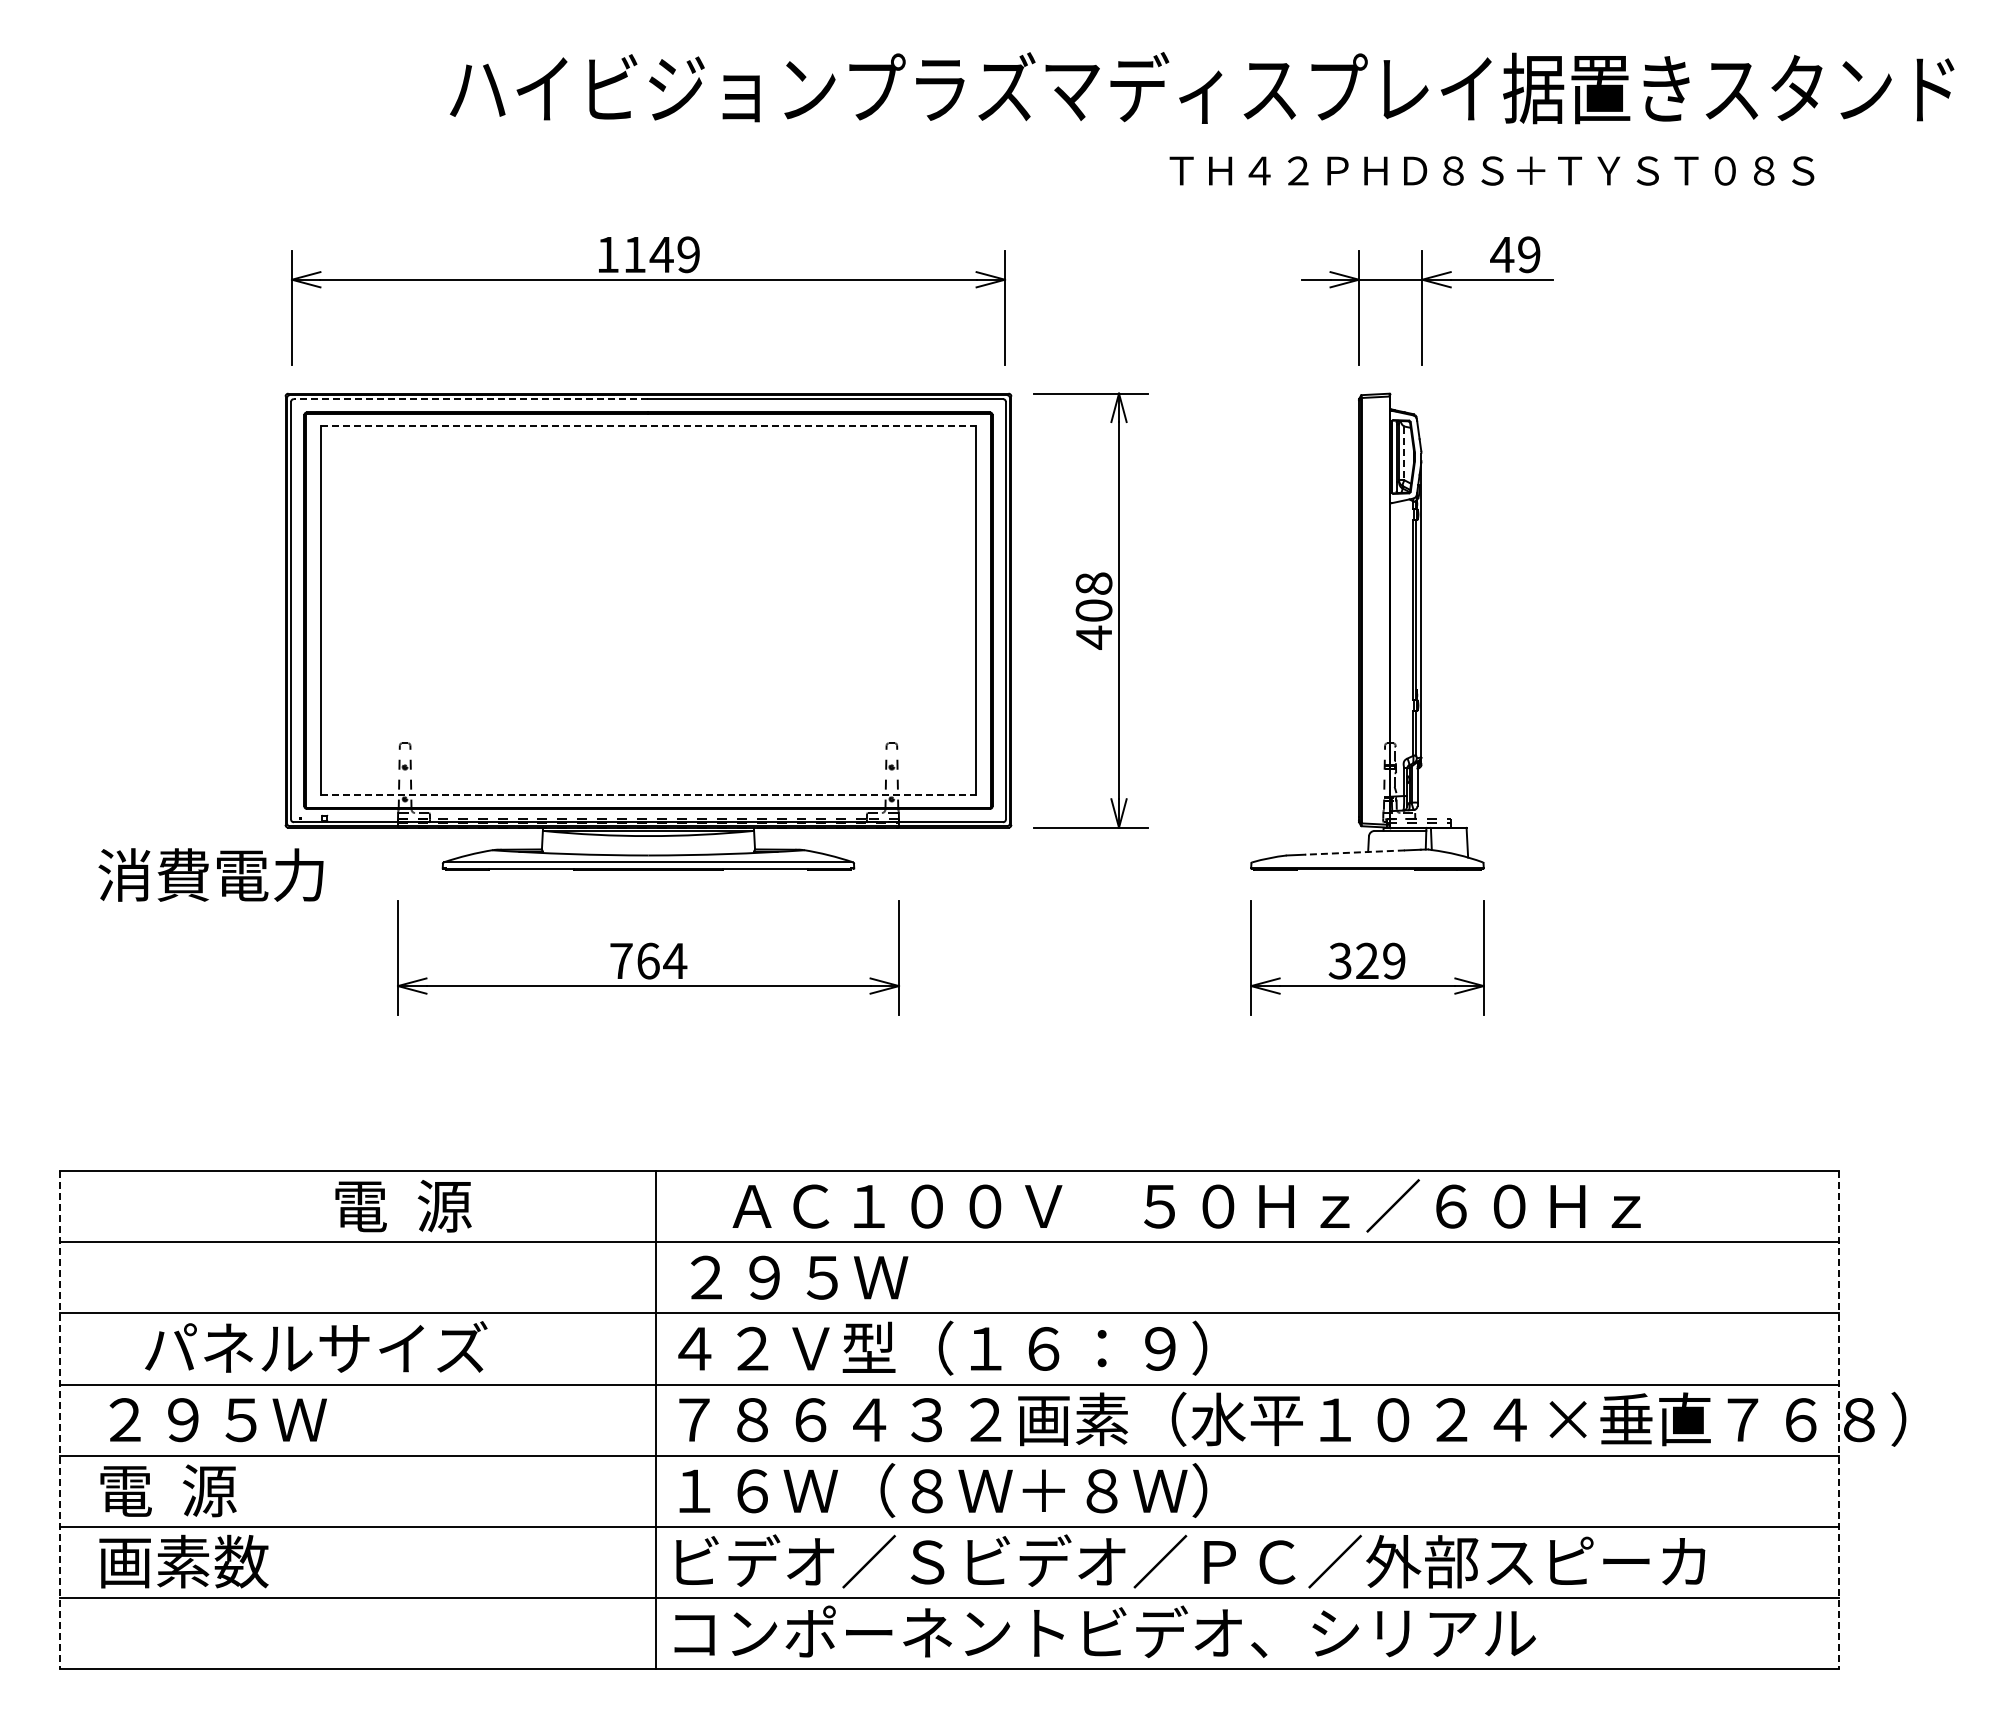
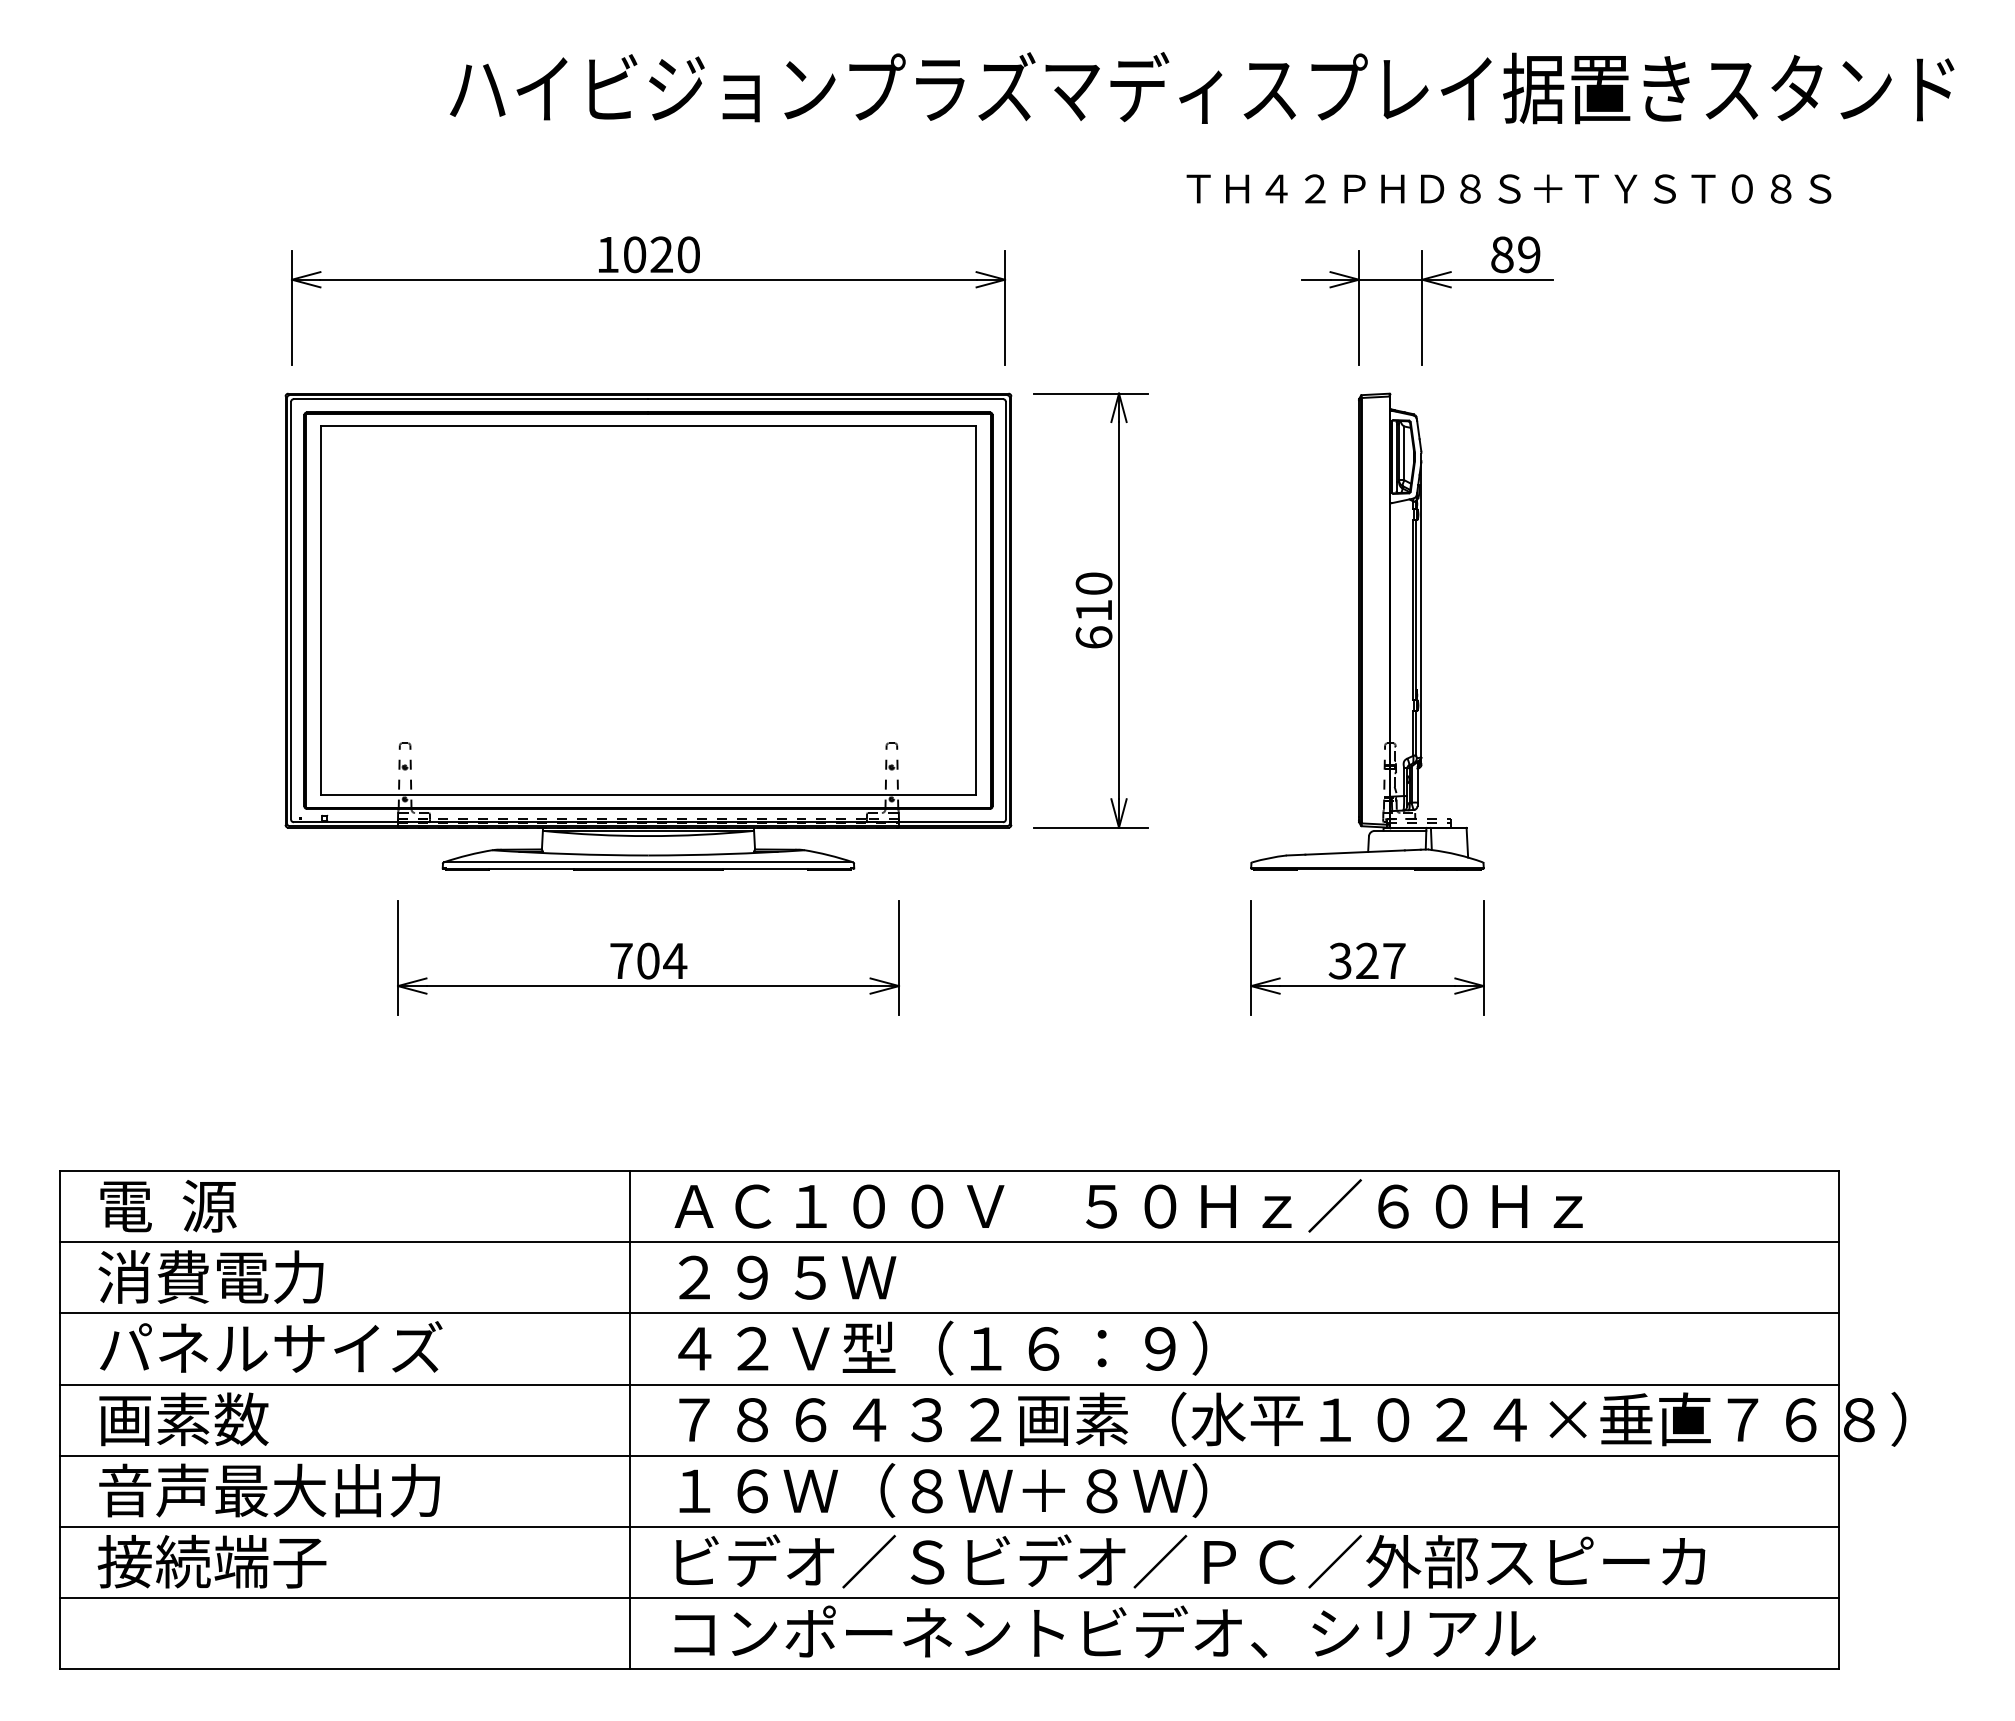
text at (1491, 170) position: (1491, 170) -> (1508, 188)
text at (661, 254): 1149 -> 1020
text at (1502, 254): 49 -> 89
line at (470, 399): dashed -> solid
line at (648, 426): dashed -> solid
line at (1404, 453): dashed -> solid
text at (1093, 610): 408 -> 610
line at (648, 795): dashed -> solid
line at (1355, 852): dashed -> solid
text at (210, 874) position: (210, 874) -> (210, 1276)
text at (648, 960): 764 -> 704
text at (1394, 960): 329 -> 327
text at (1186, 1205) position: (1186, 1205) -> (1128, 1205)
text at (403, 1206) position: (403, 1206) -> (168, 1206)
text at (799, 1277) position: (799, 1277) -> (787, 1277)
text at (316, 1346) position: (316, 1346) -> (271, 1346)
text at (212, 1419): ２９５Ｗ -> 画素数
line at (60, 1420): dashed -> solid
line at (655, 1420) position: (655, 1420) -> (629, 1420)
line at (1839, 1420): dashed -> solid
text at (269, 1490): 電  源 -> 音声最大出力
text at (211, 1561): 画素数 -> 接続端子
